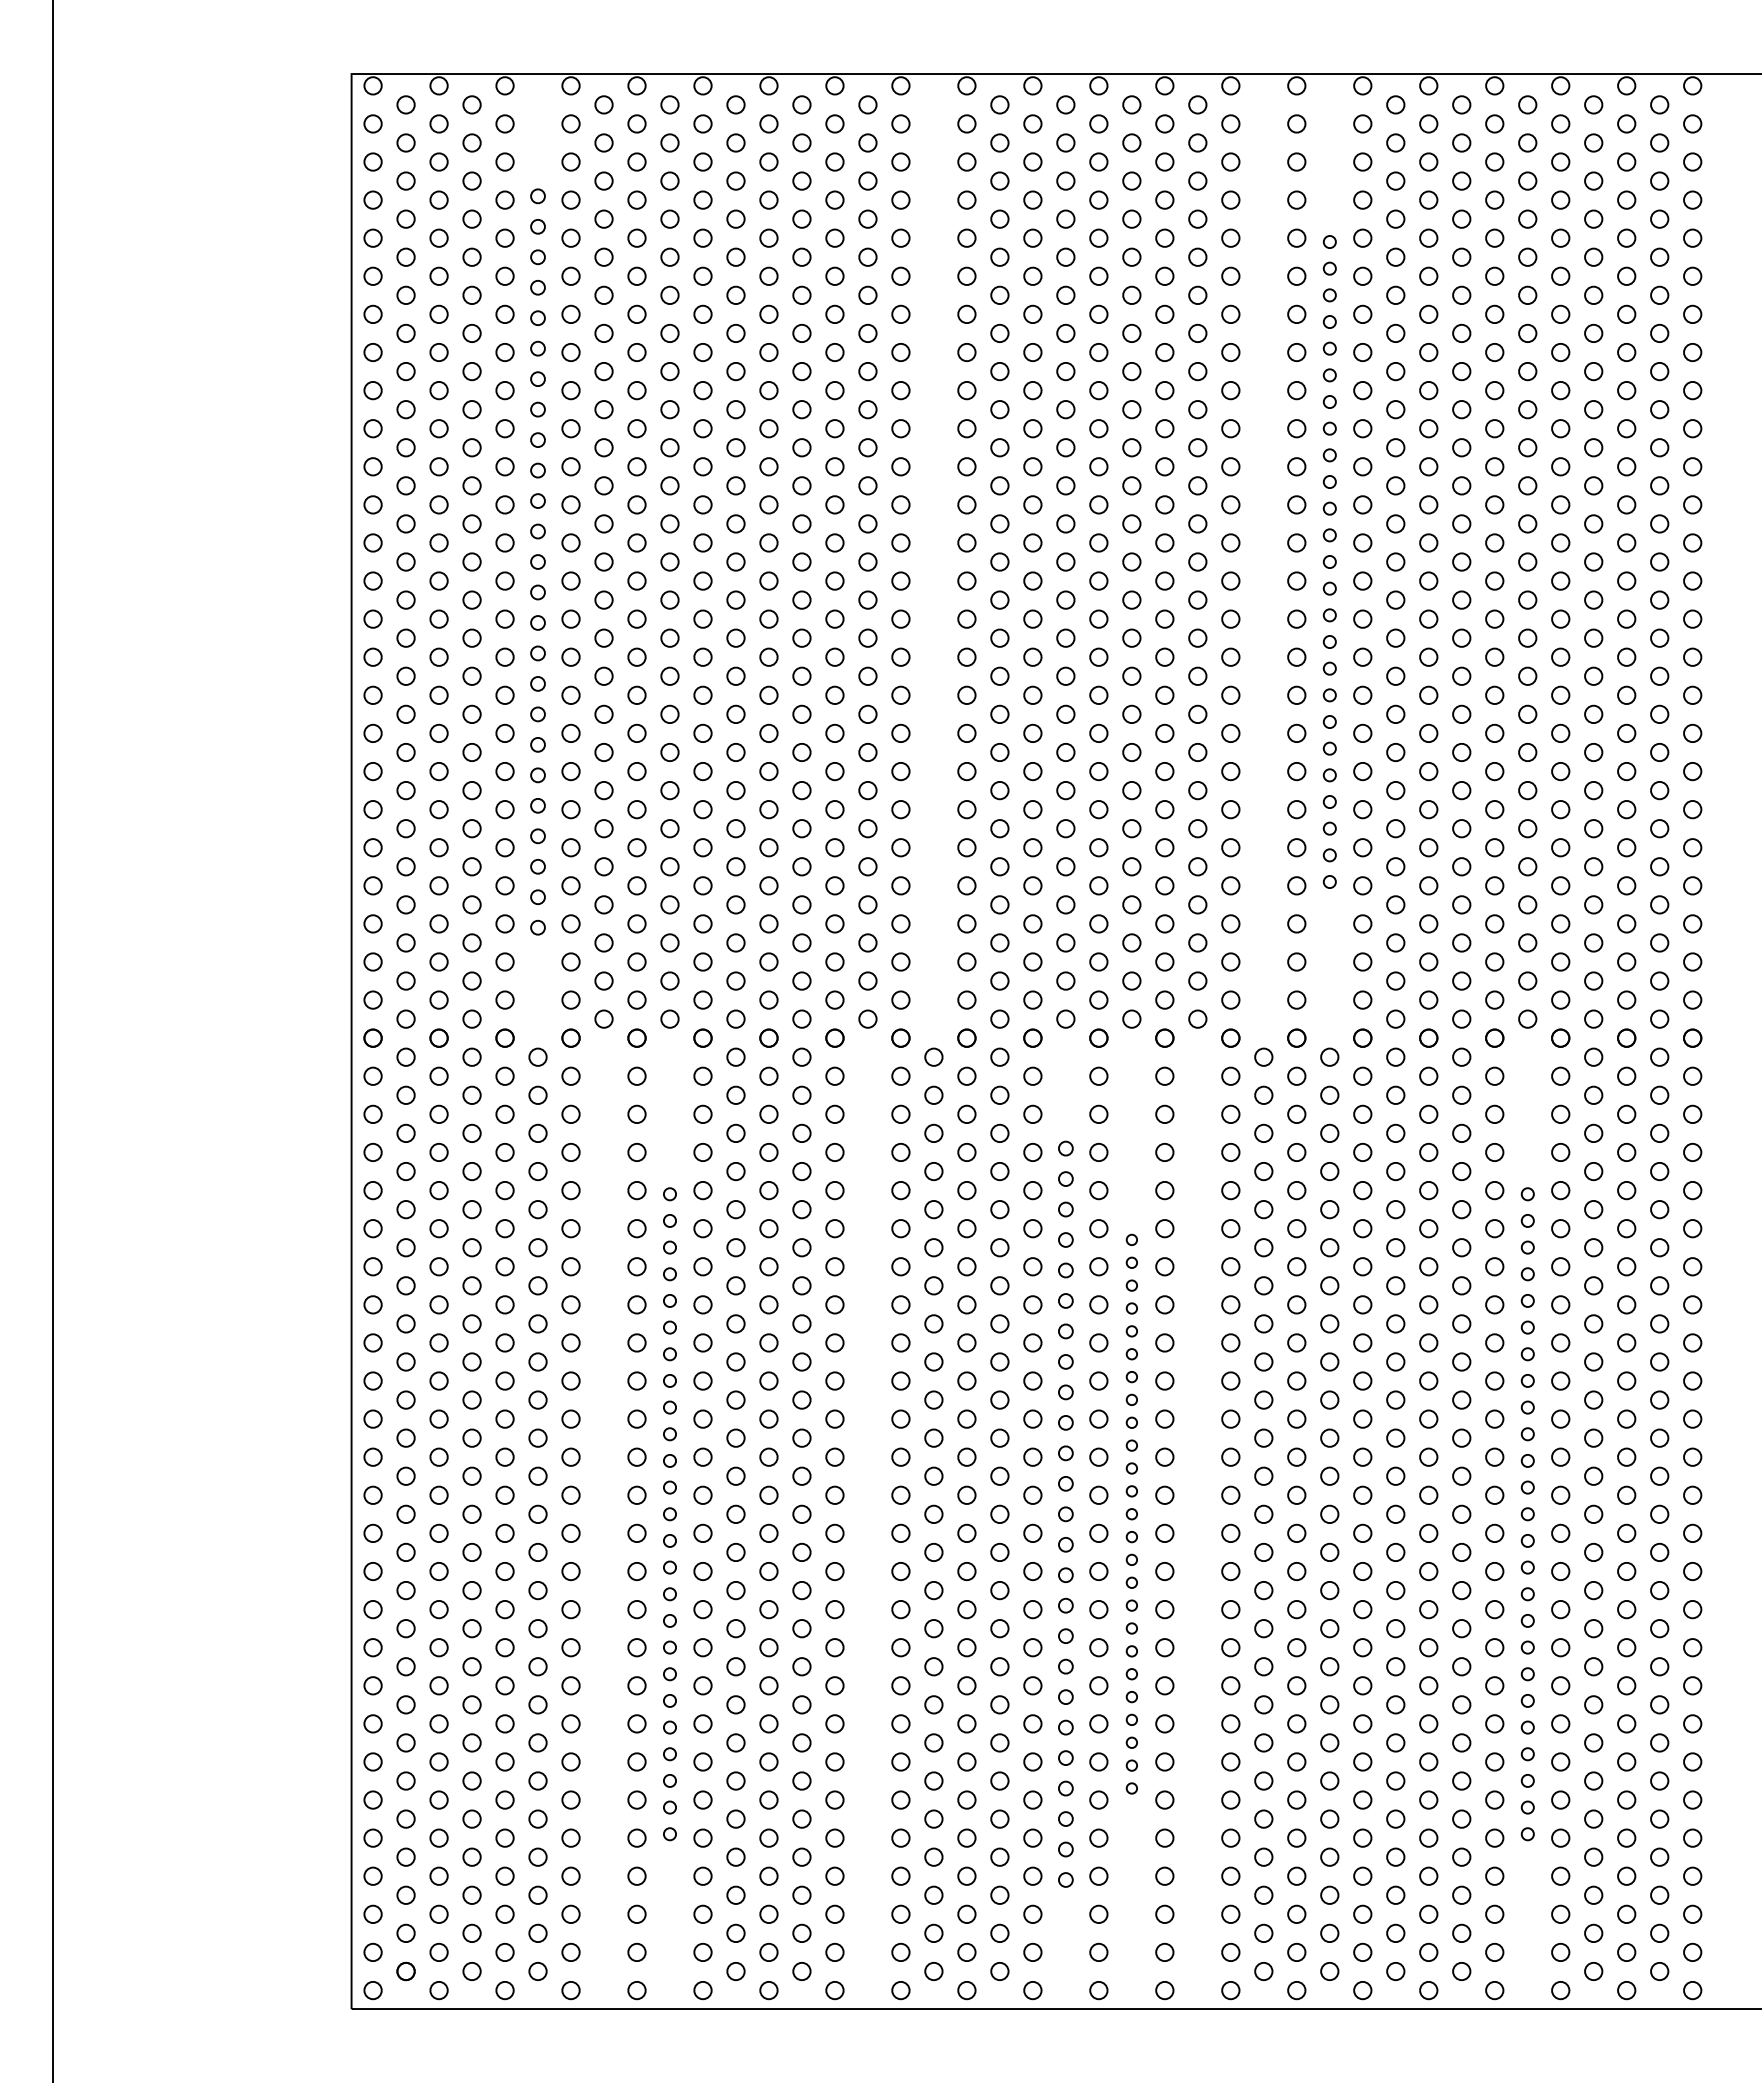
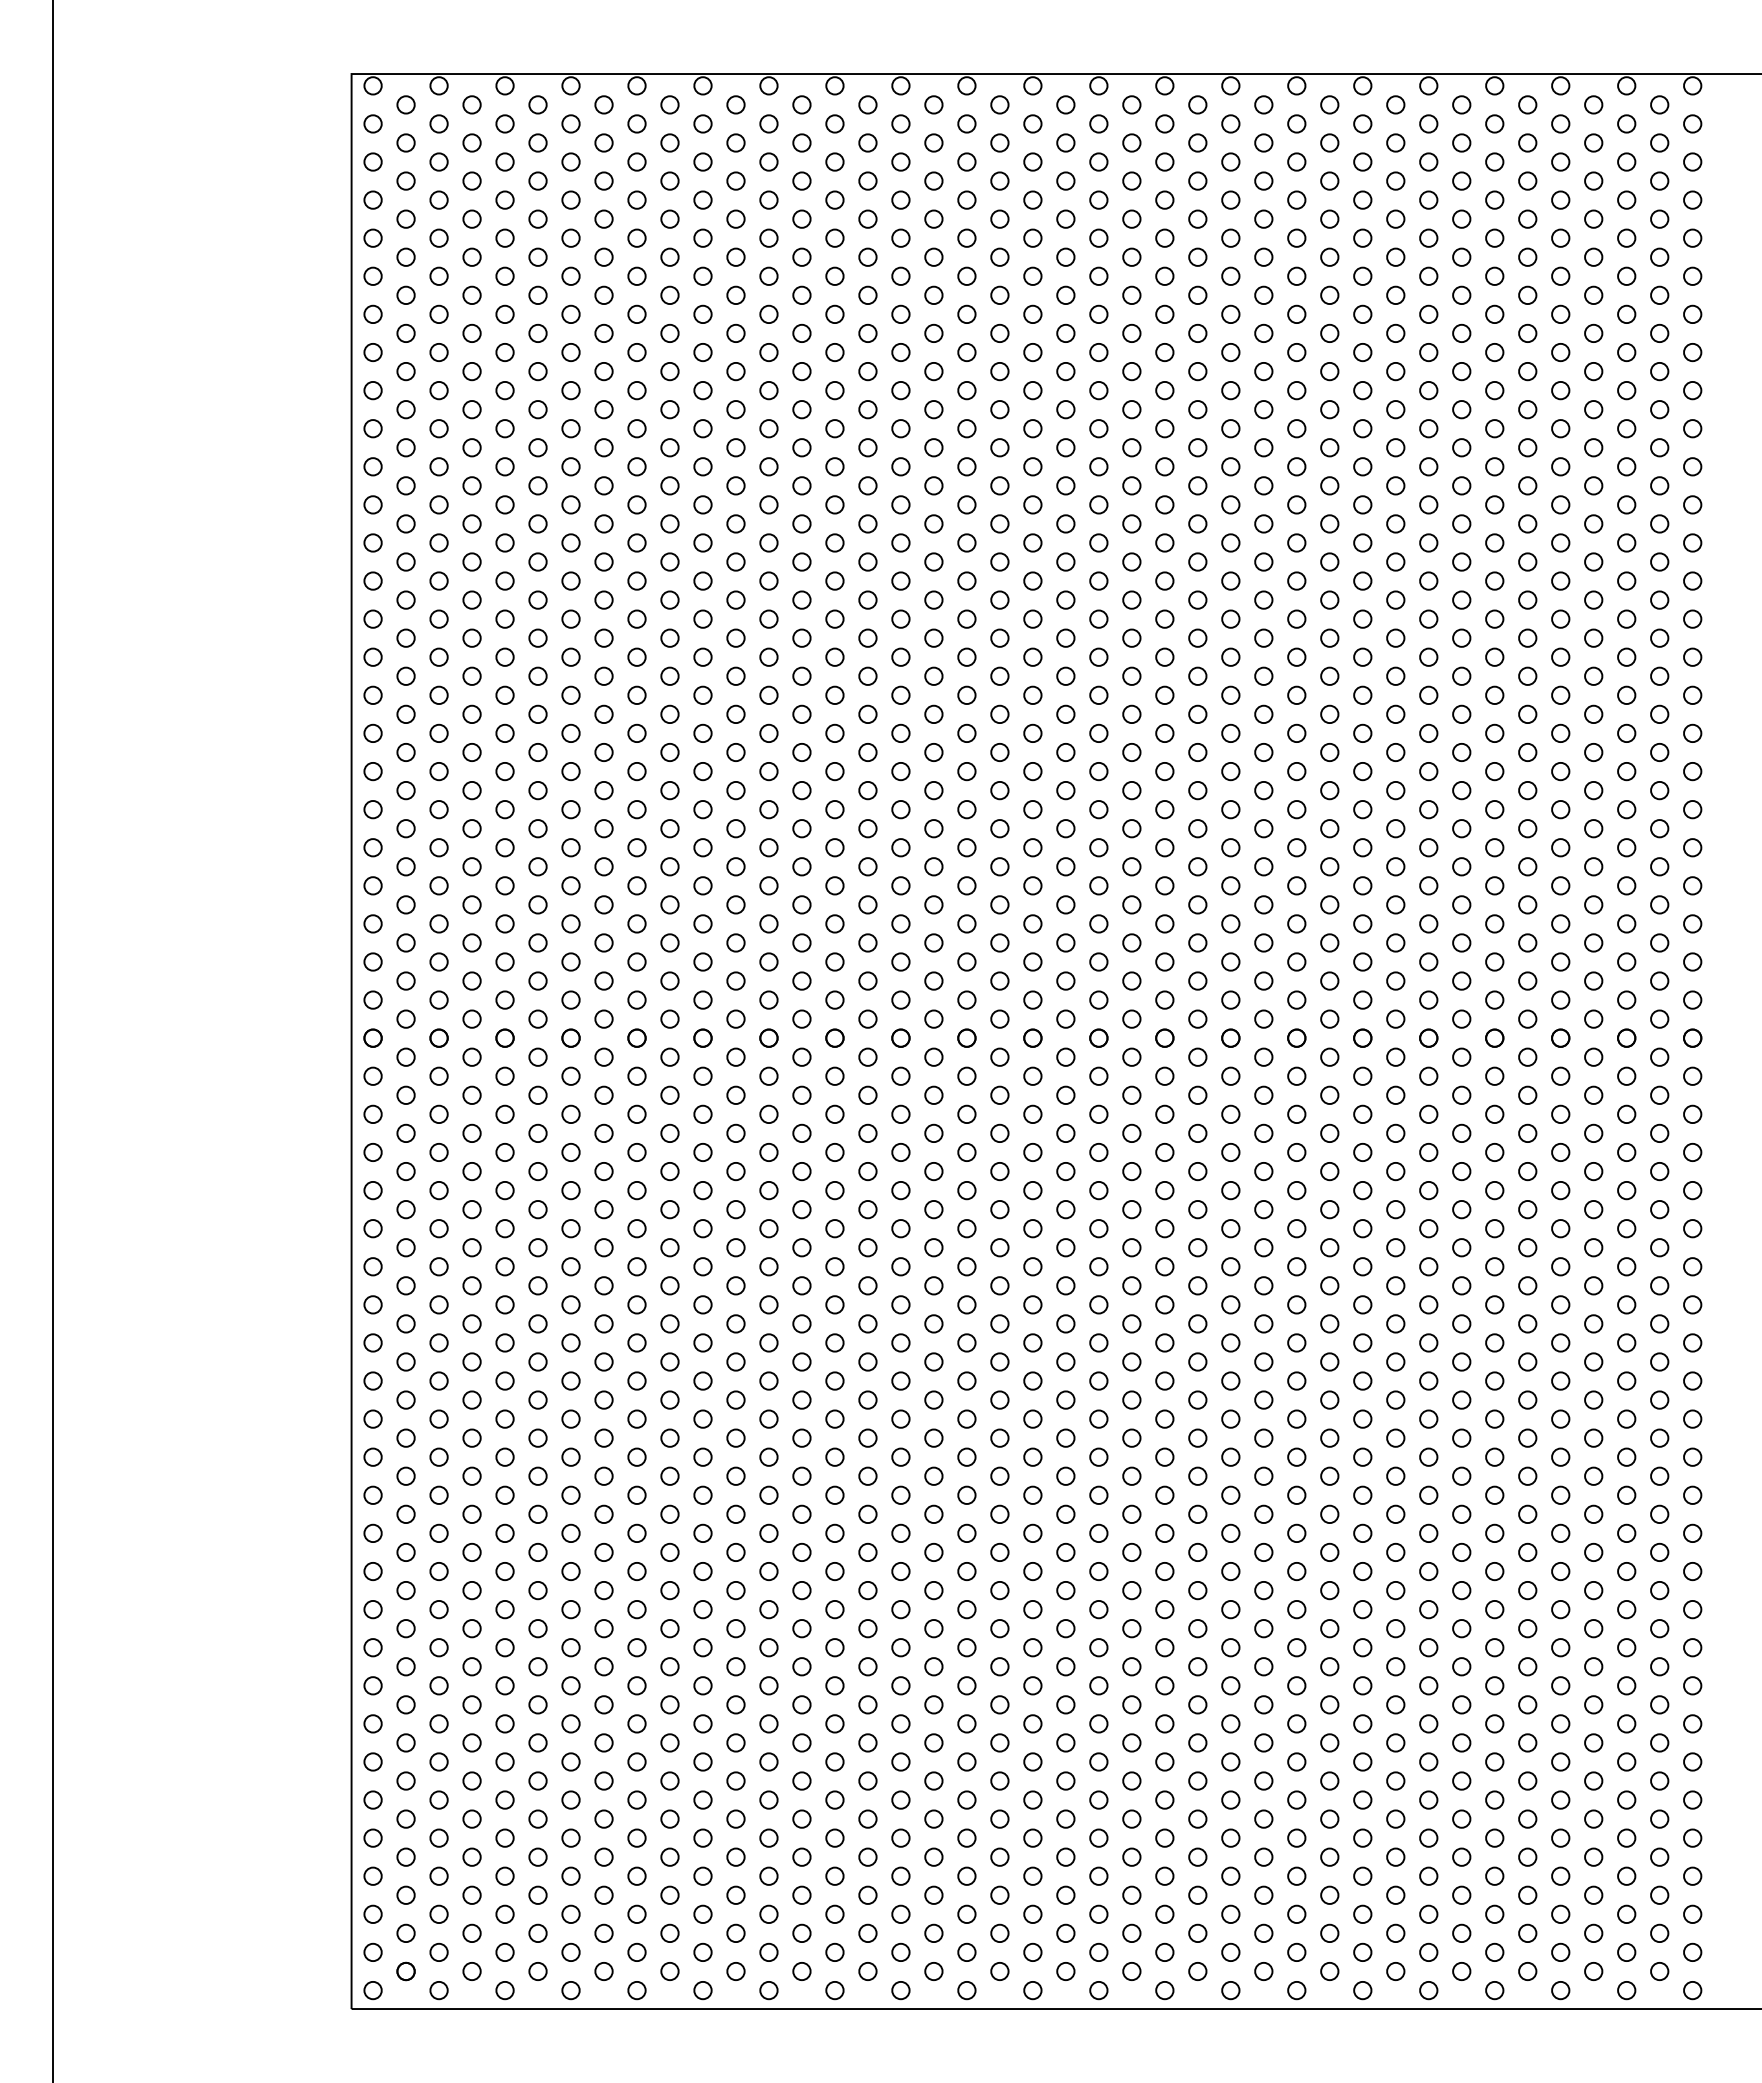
part at (537, 561) size: 16x748 px -> 20x934 px
part at (933, 561): none -> present
part at (1263, 561): none -> present
part at (1329, 561) size: 15x654 px -> 20x934 px
part at (603, 1513): none -> present
part at (867, 1513): none -> present
part at (1065, 1513) size: 16x748 px -> 20x934 px
part at (1131, 1513) size: 13x562 px -> 20x934 px
part at (1197, 1513): none -> present
part at (669, 1514) size: 14x655 px -> 20x934 px
part at (1527, 1514) size: 15x655 px -> 20x934 px
